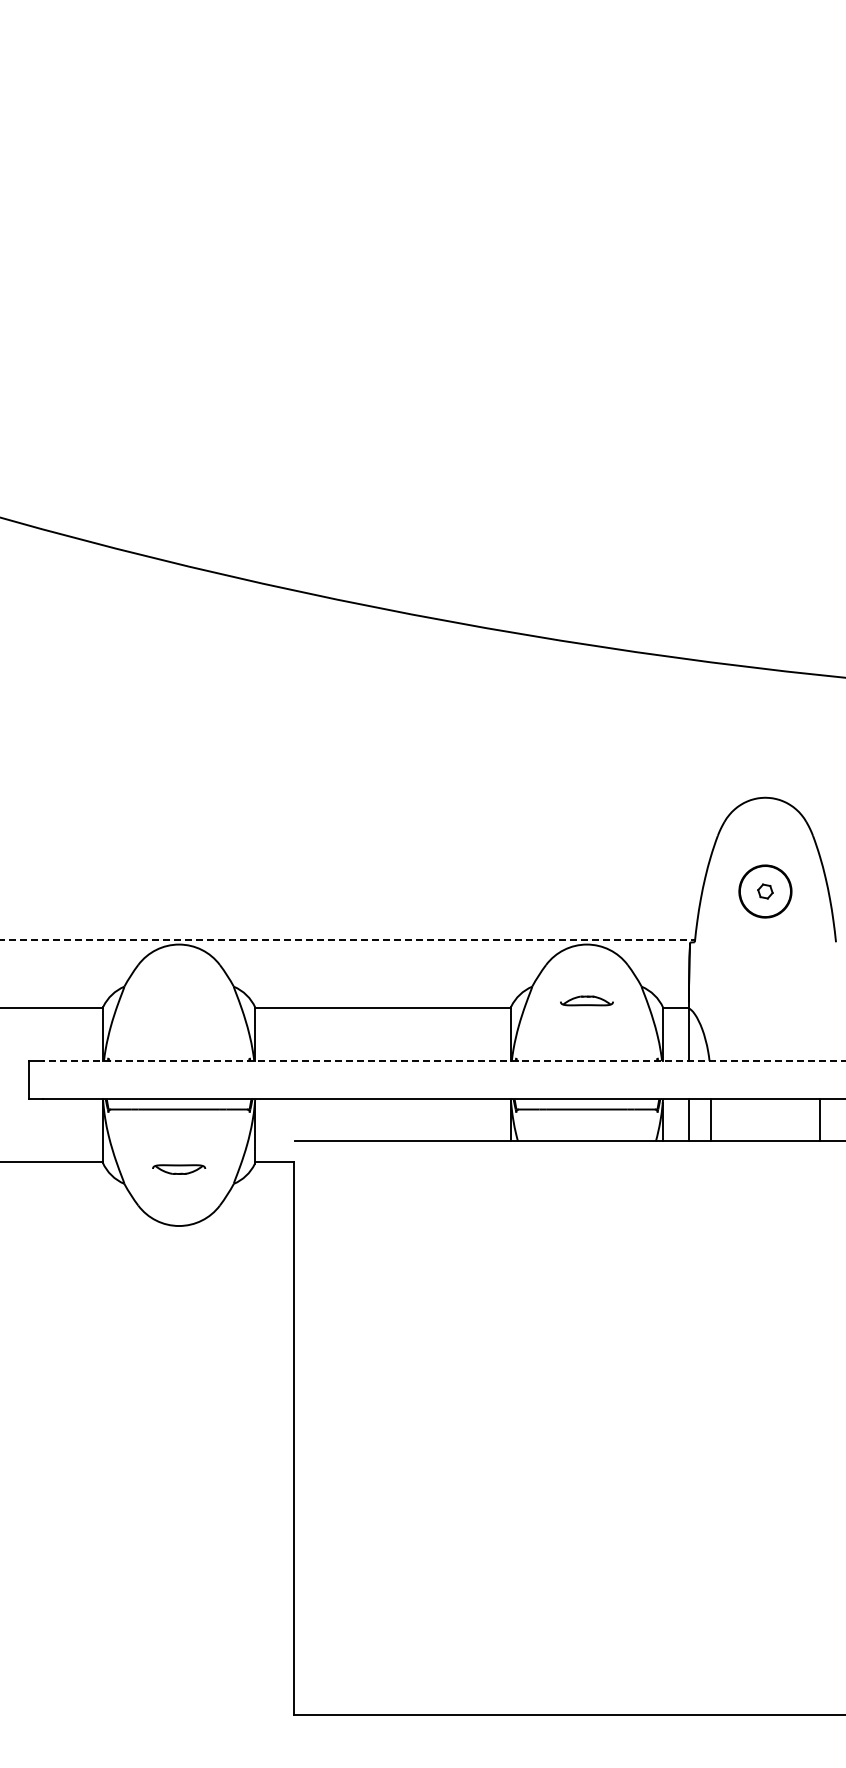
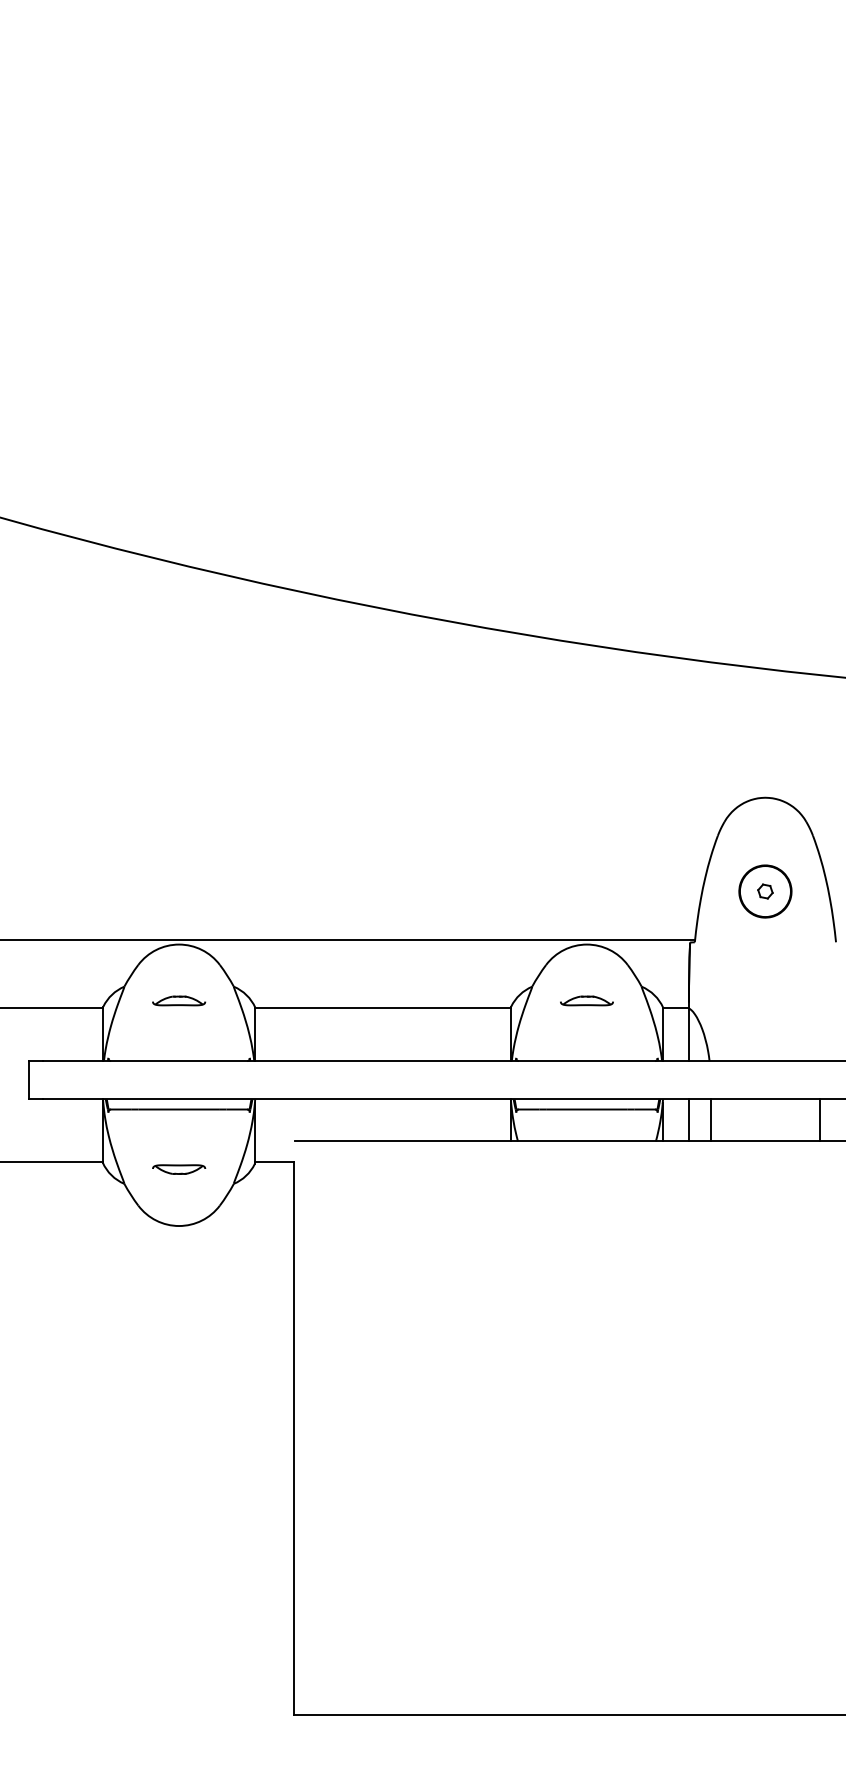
line at (348, 940): dashed -> solid
part at (179, 1000): none -> present
line at (443, 1061): dashed -> solid
